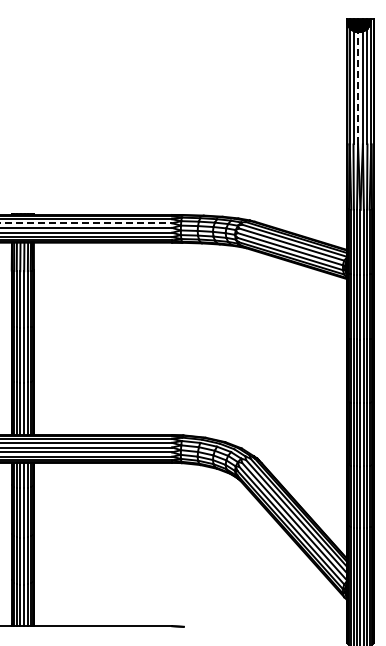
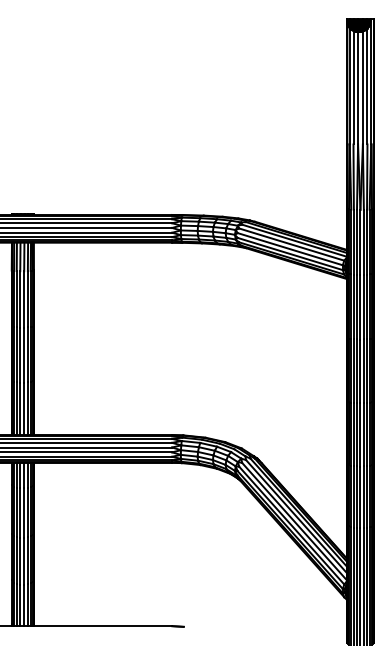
line at (358, 87): dashed -> solid
line at (86, 223): dashed -> solid
